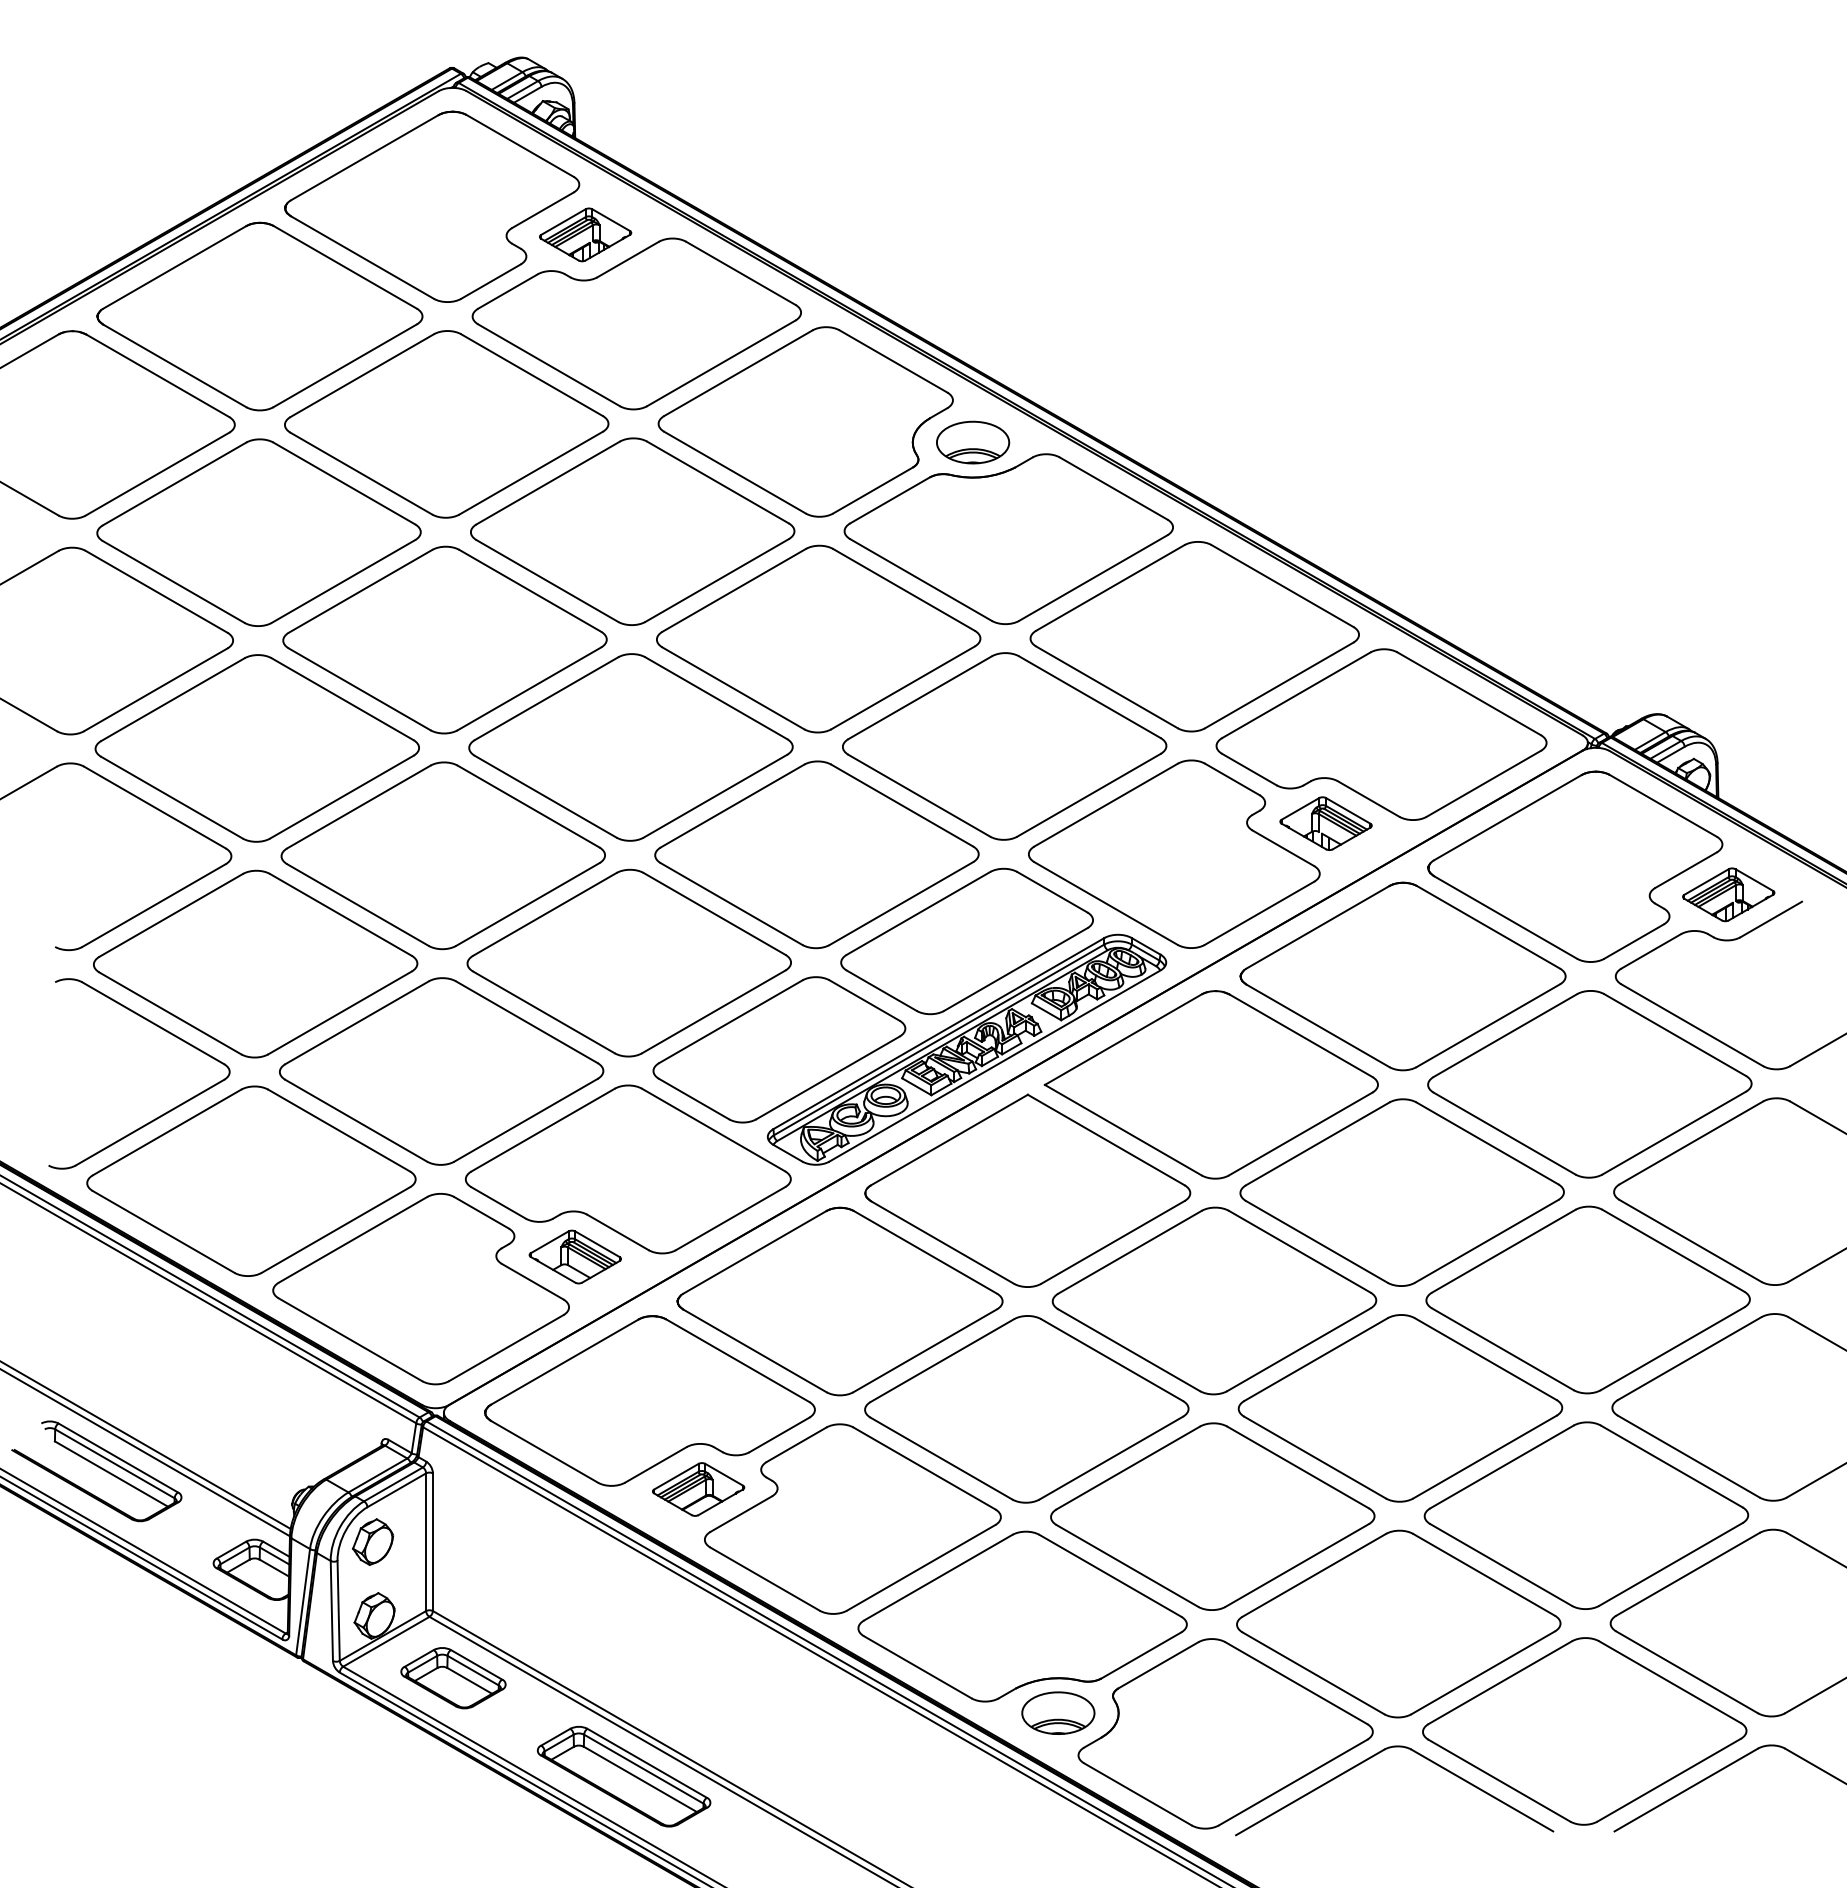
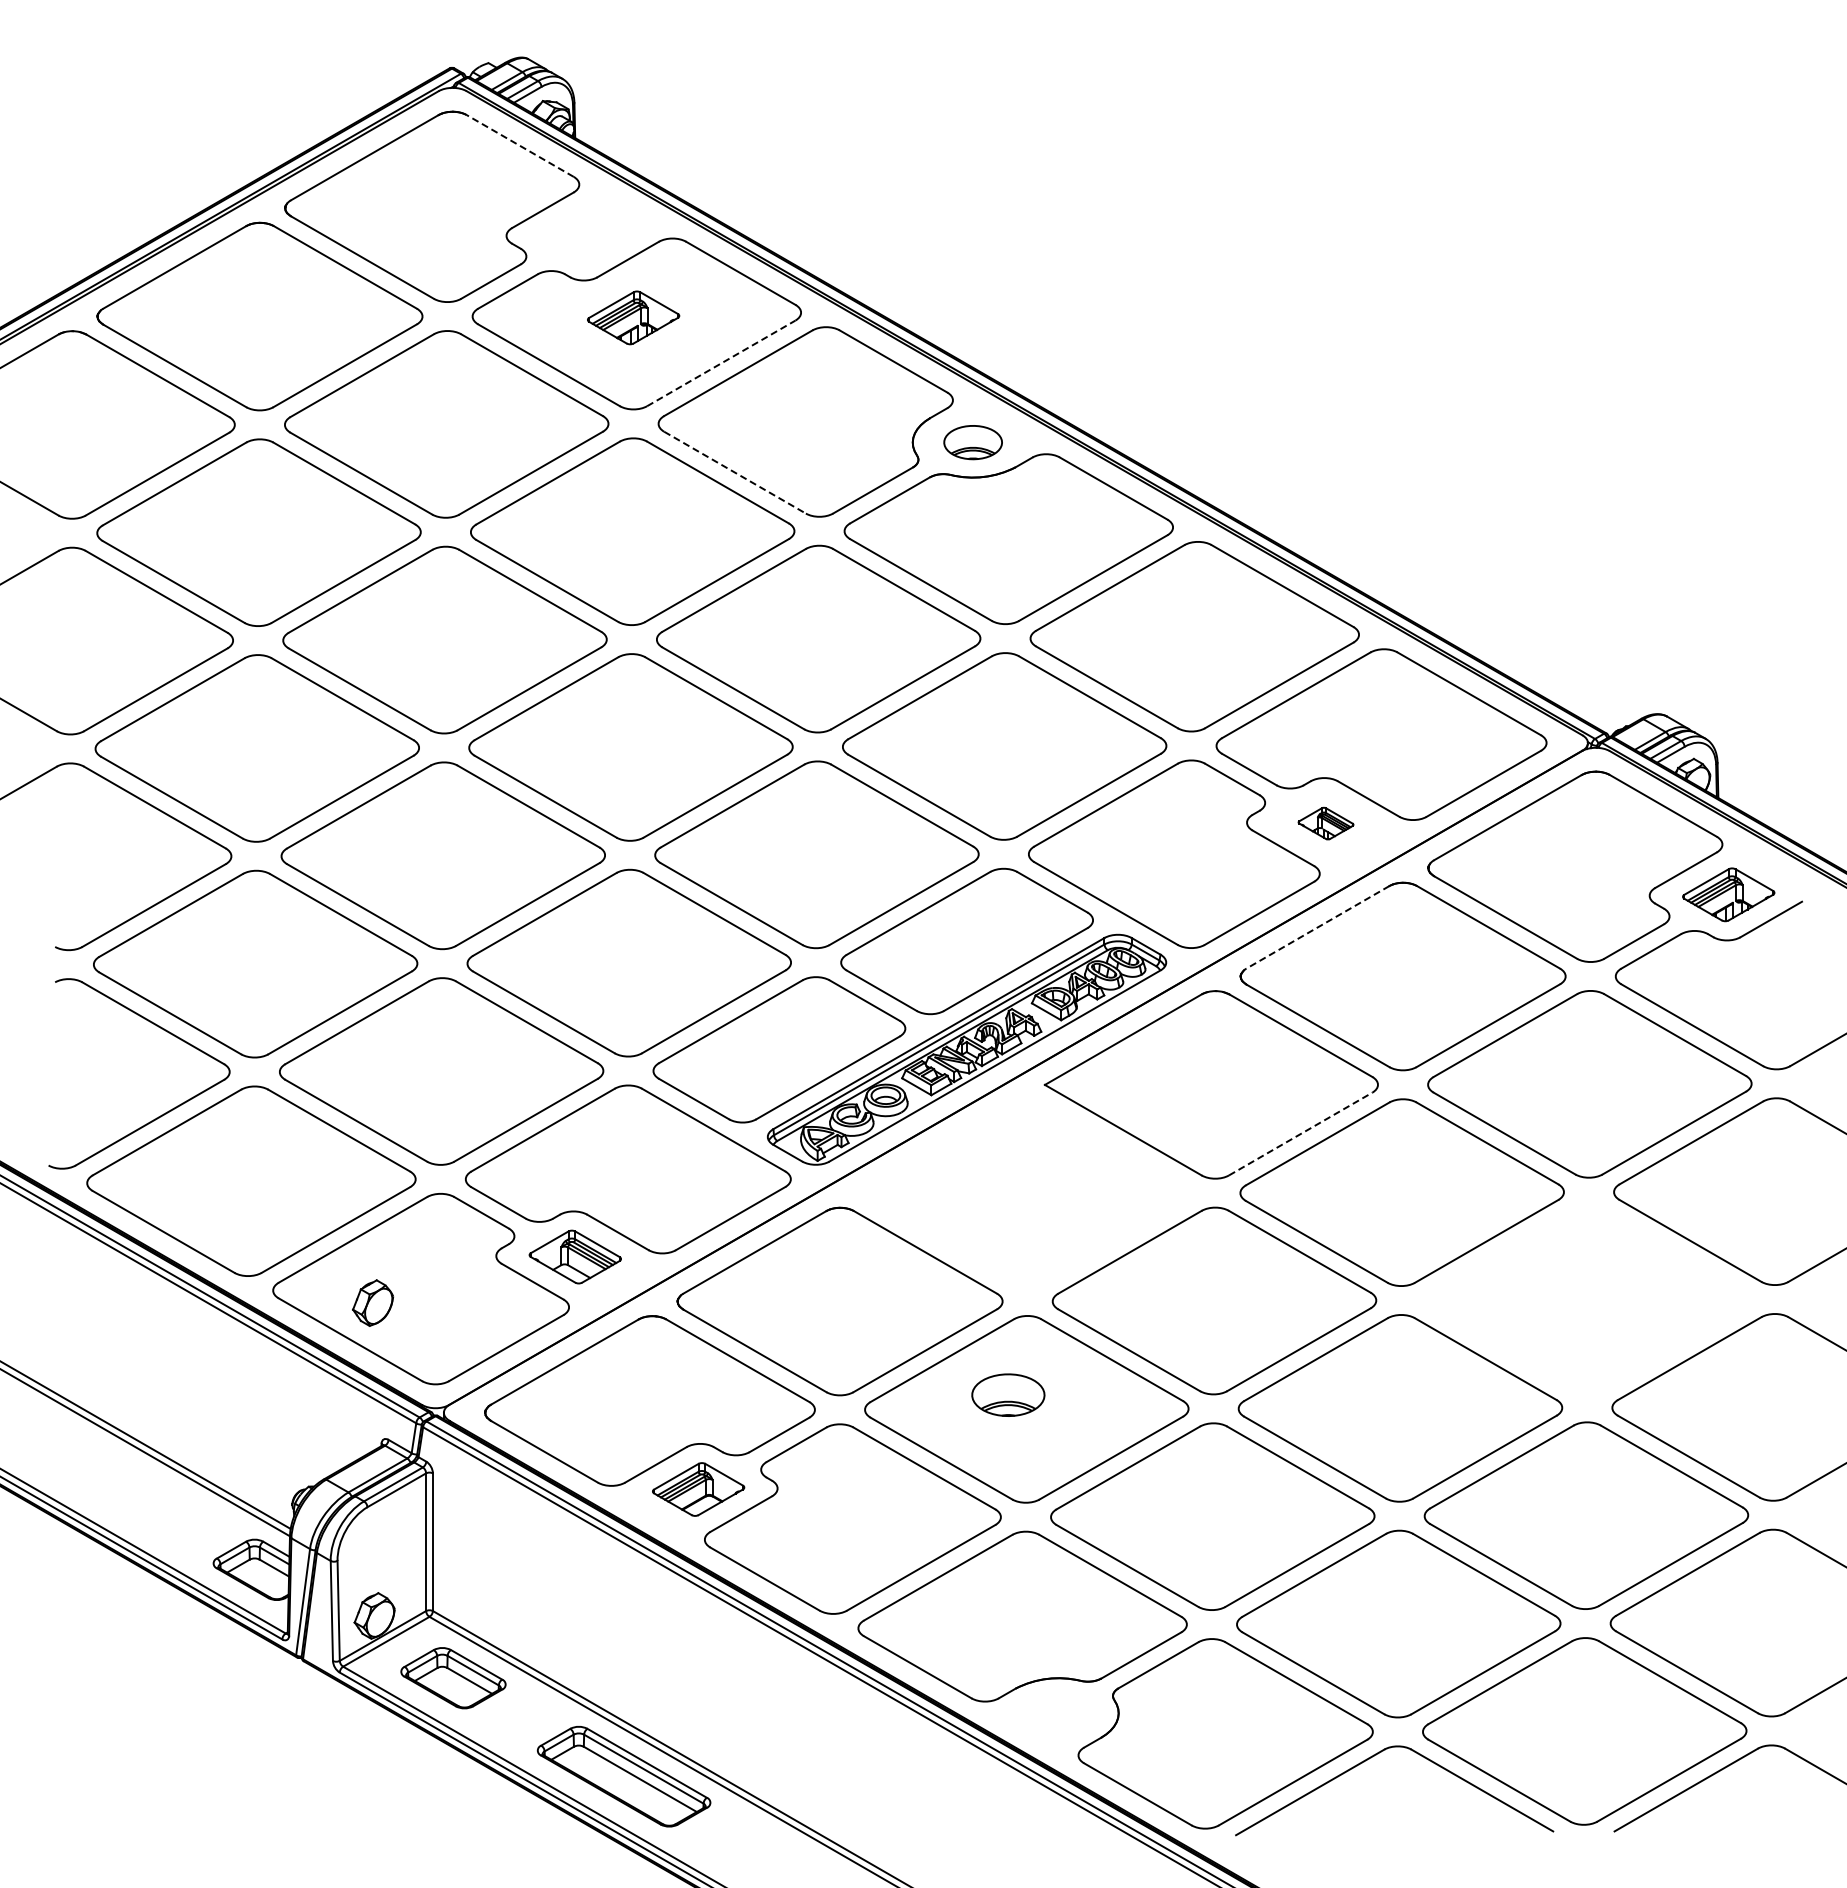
line at (520, 145): solid -> dashed
part at (585, 234) position: (585, 234) -> (633, 317)
line at (721, 363): solid -> dashed
part at (973, 442) size: 75x45 px -> 60x36 px
line at (735, 472): solid -> dashed
part at (1325, 823) size: 94x55 px -> 58x35 px
line at (1317, 927): solid -> dashed
line at (1300, 1134): solid -> dashed
part at (1027, 1190): present -> none
part at (1587, 1299): present -> none
part at (96, 1471): present -> none
part at (372, 1541) position: (372, 1541) -> (372, 1302)
part at (1058, 1712) position: (1058, 1712) -> (1008, 1394)
